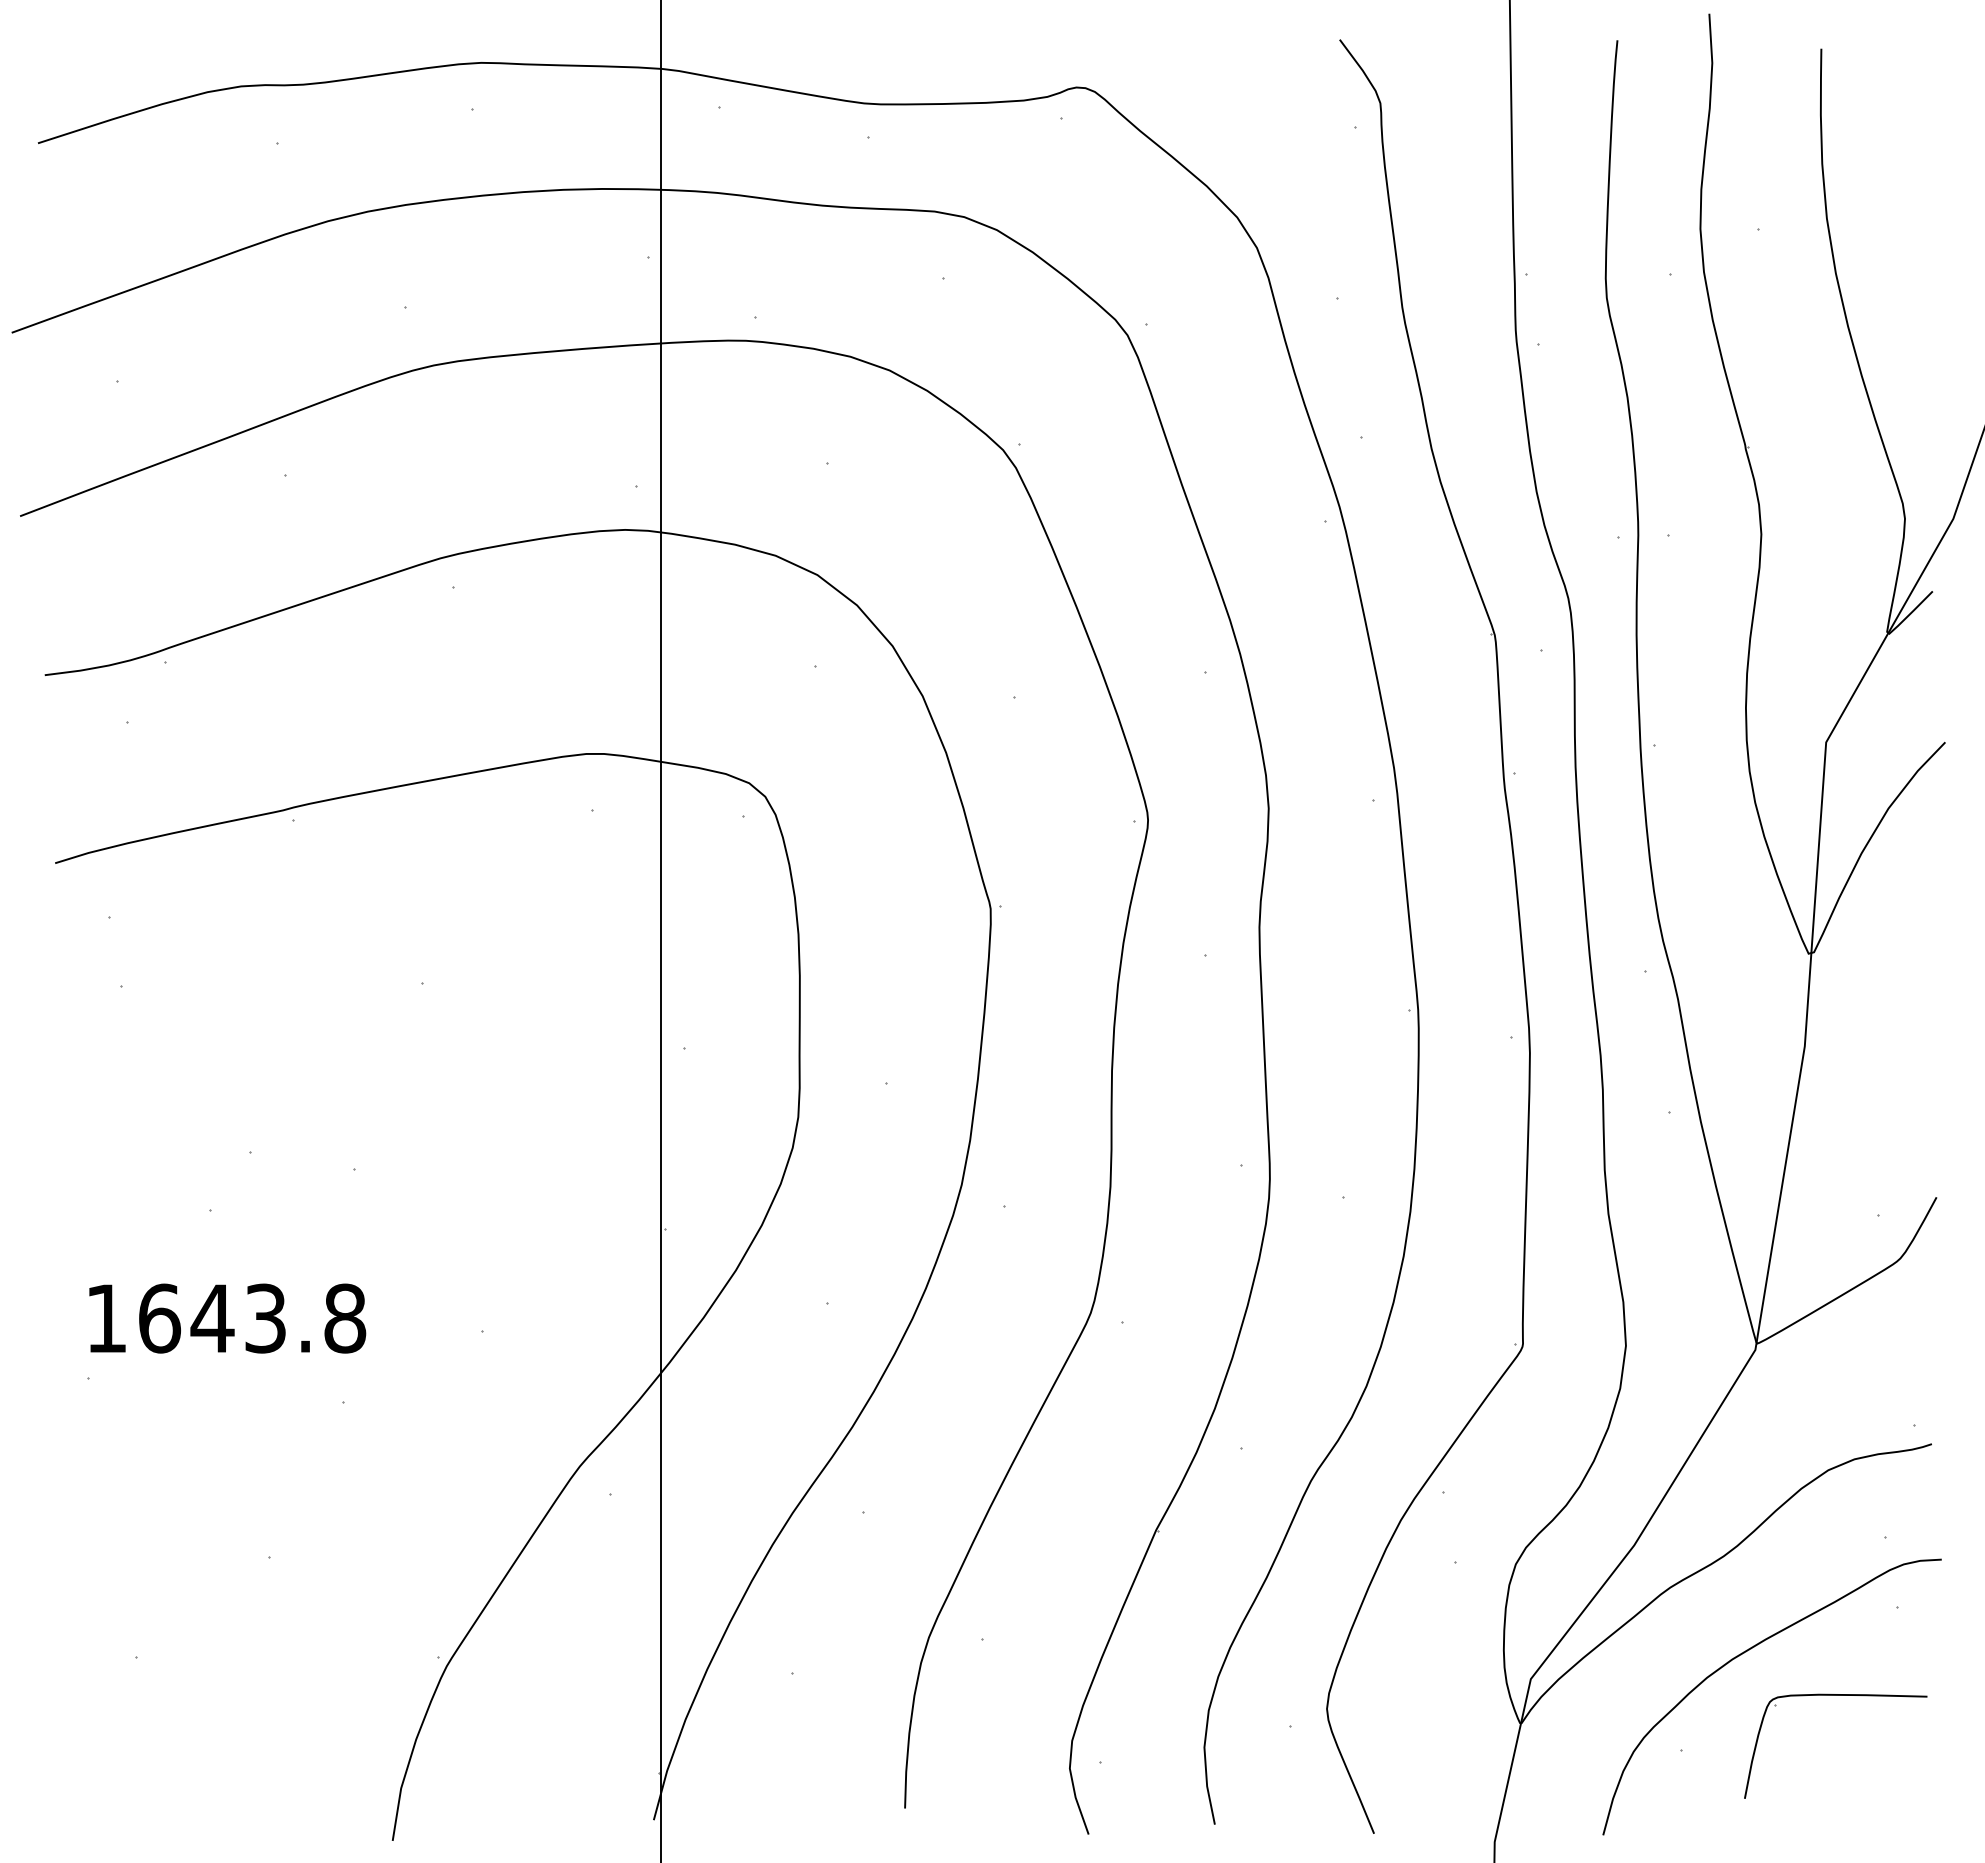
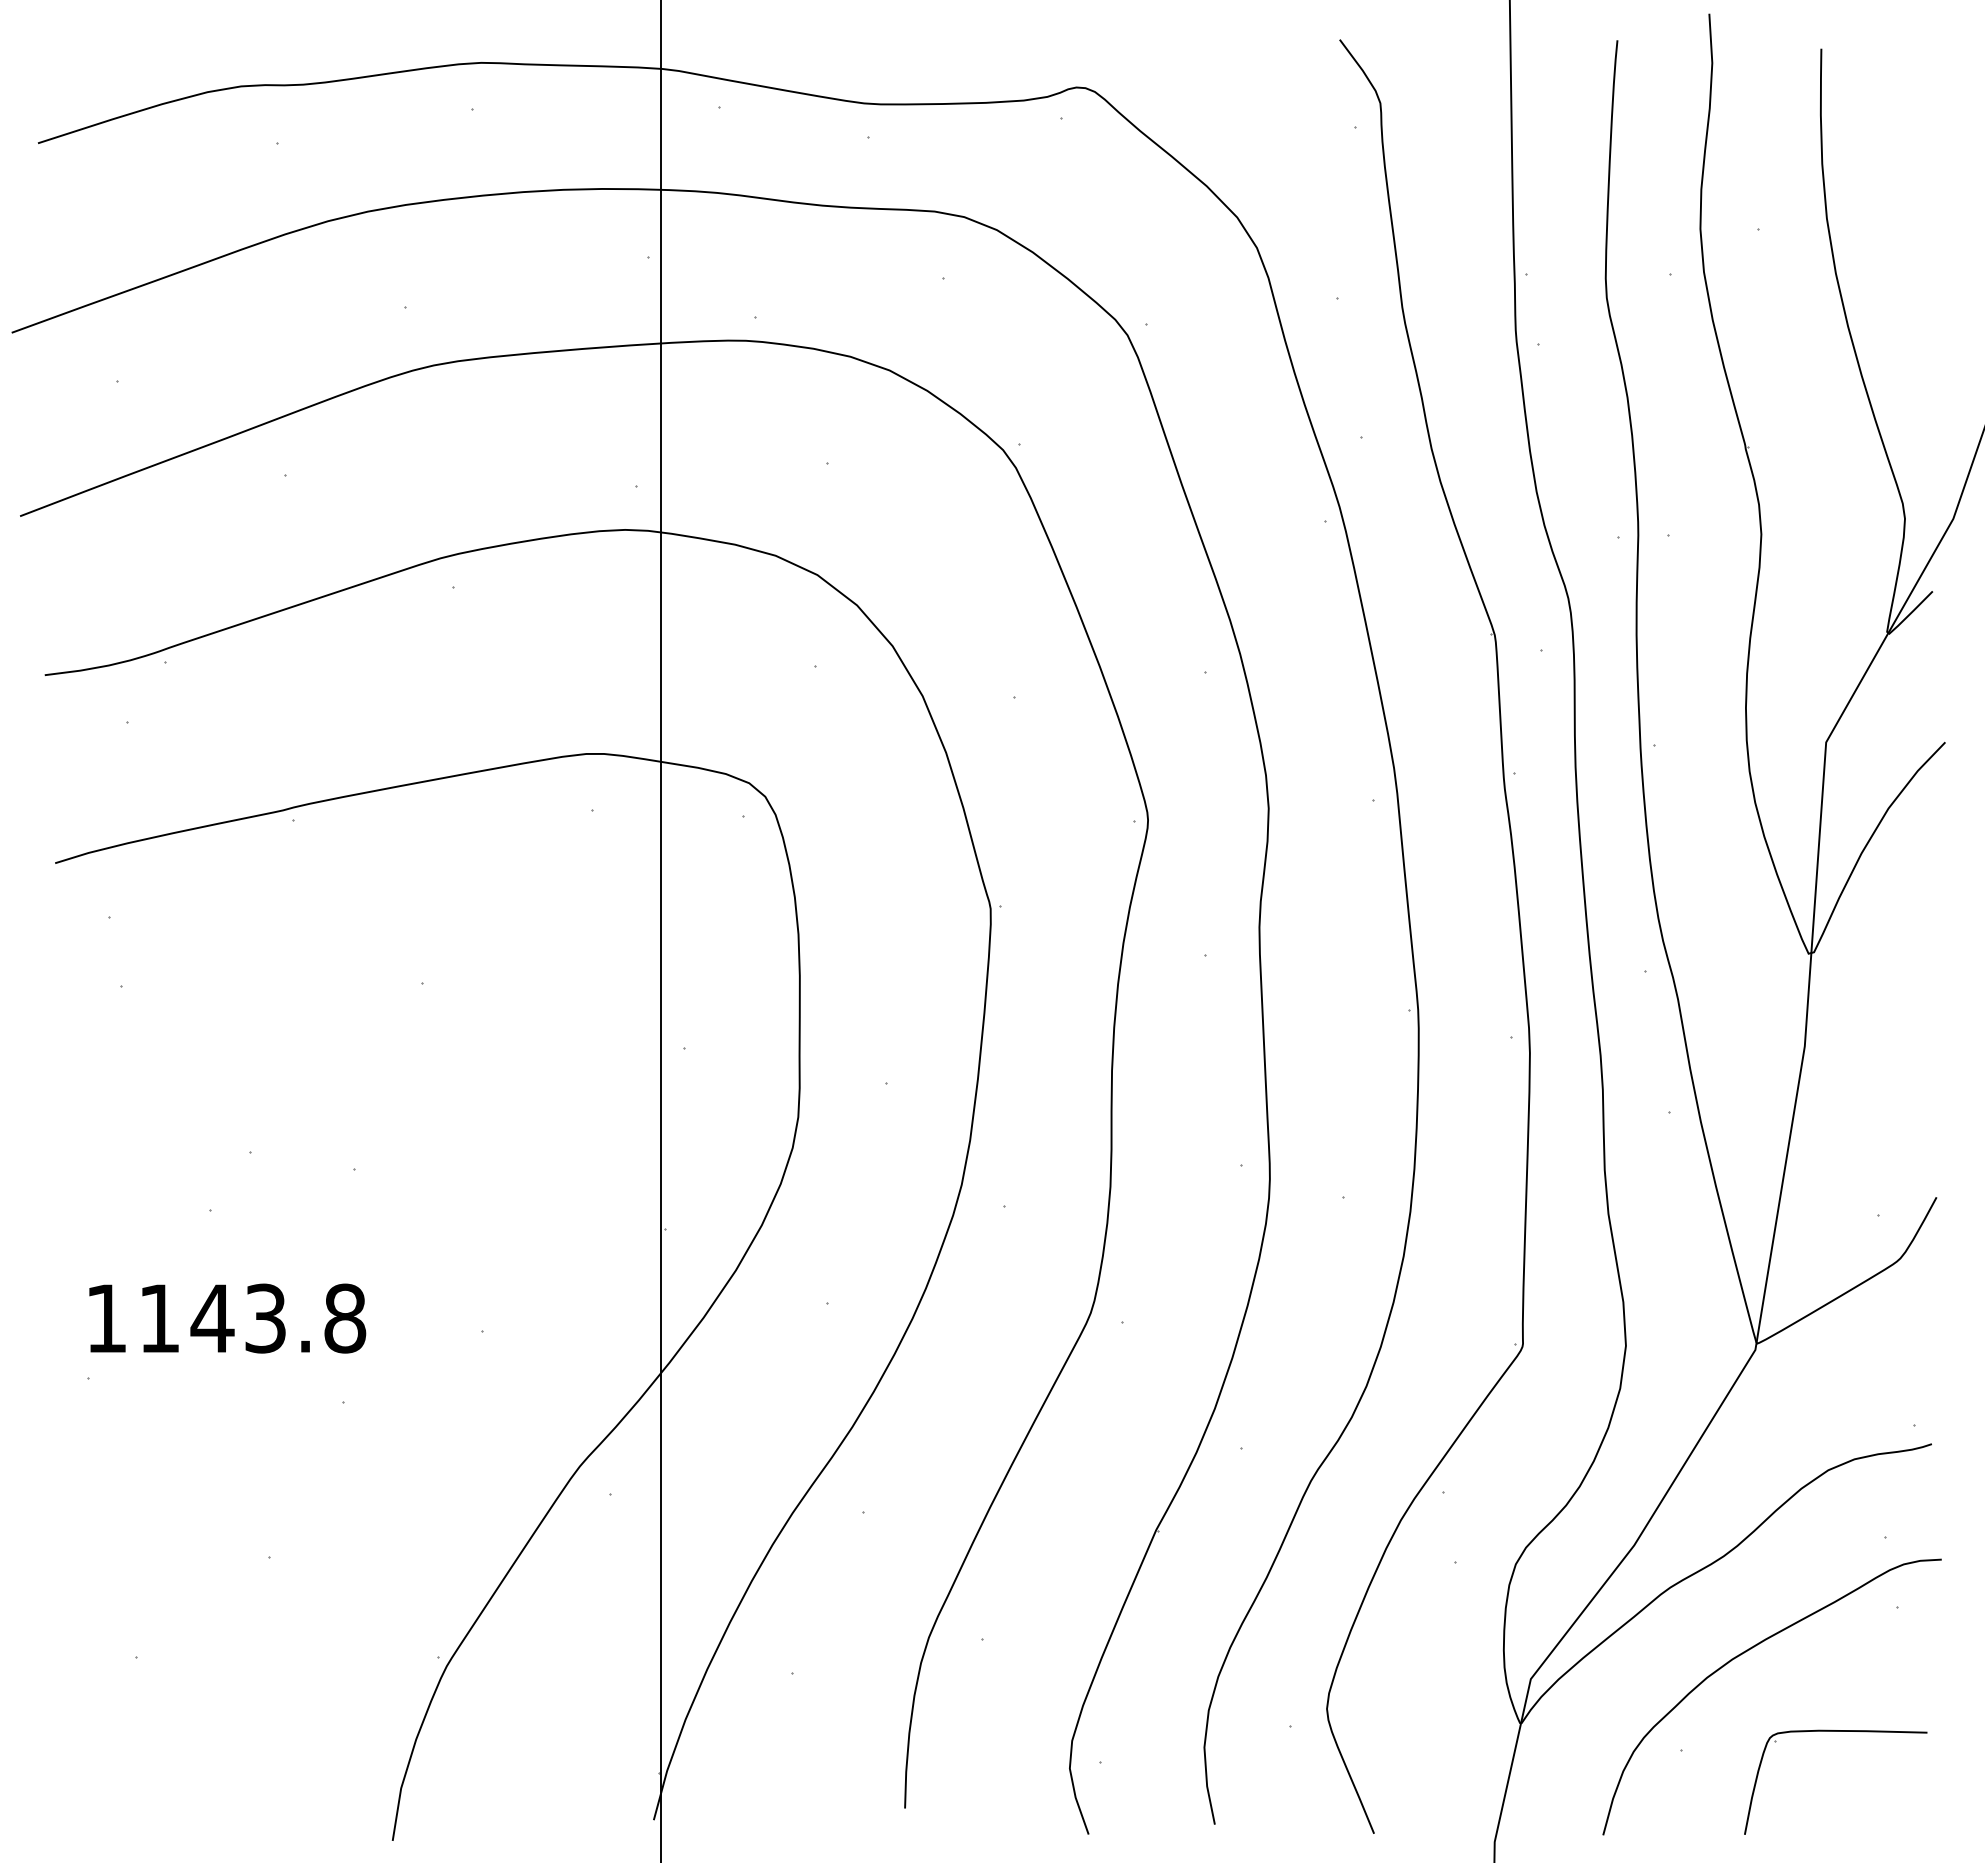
text at (160, 1318): 1643.8 -> 1143.8
part at (1835, 1695) position: (1835, 1695) -> (1835, 1731)
